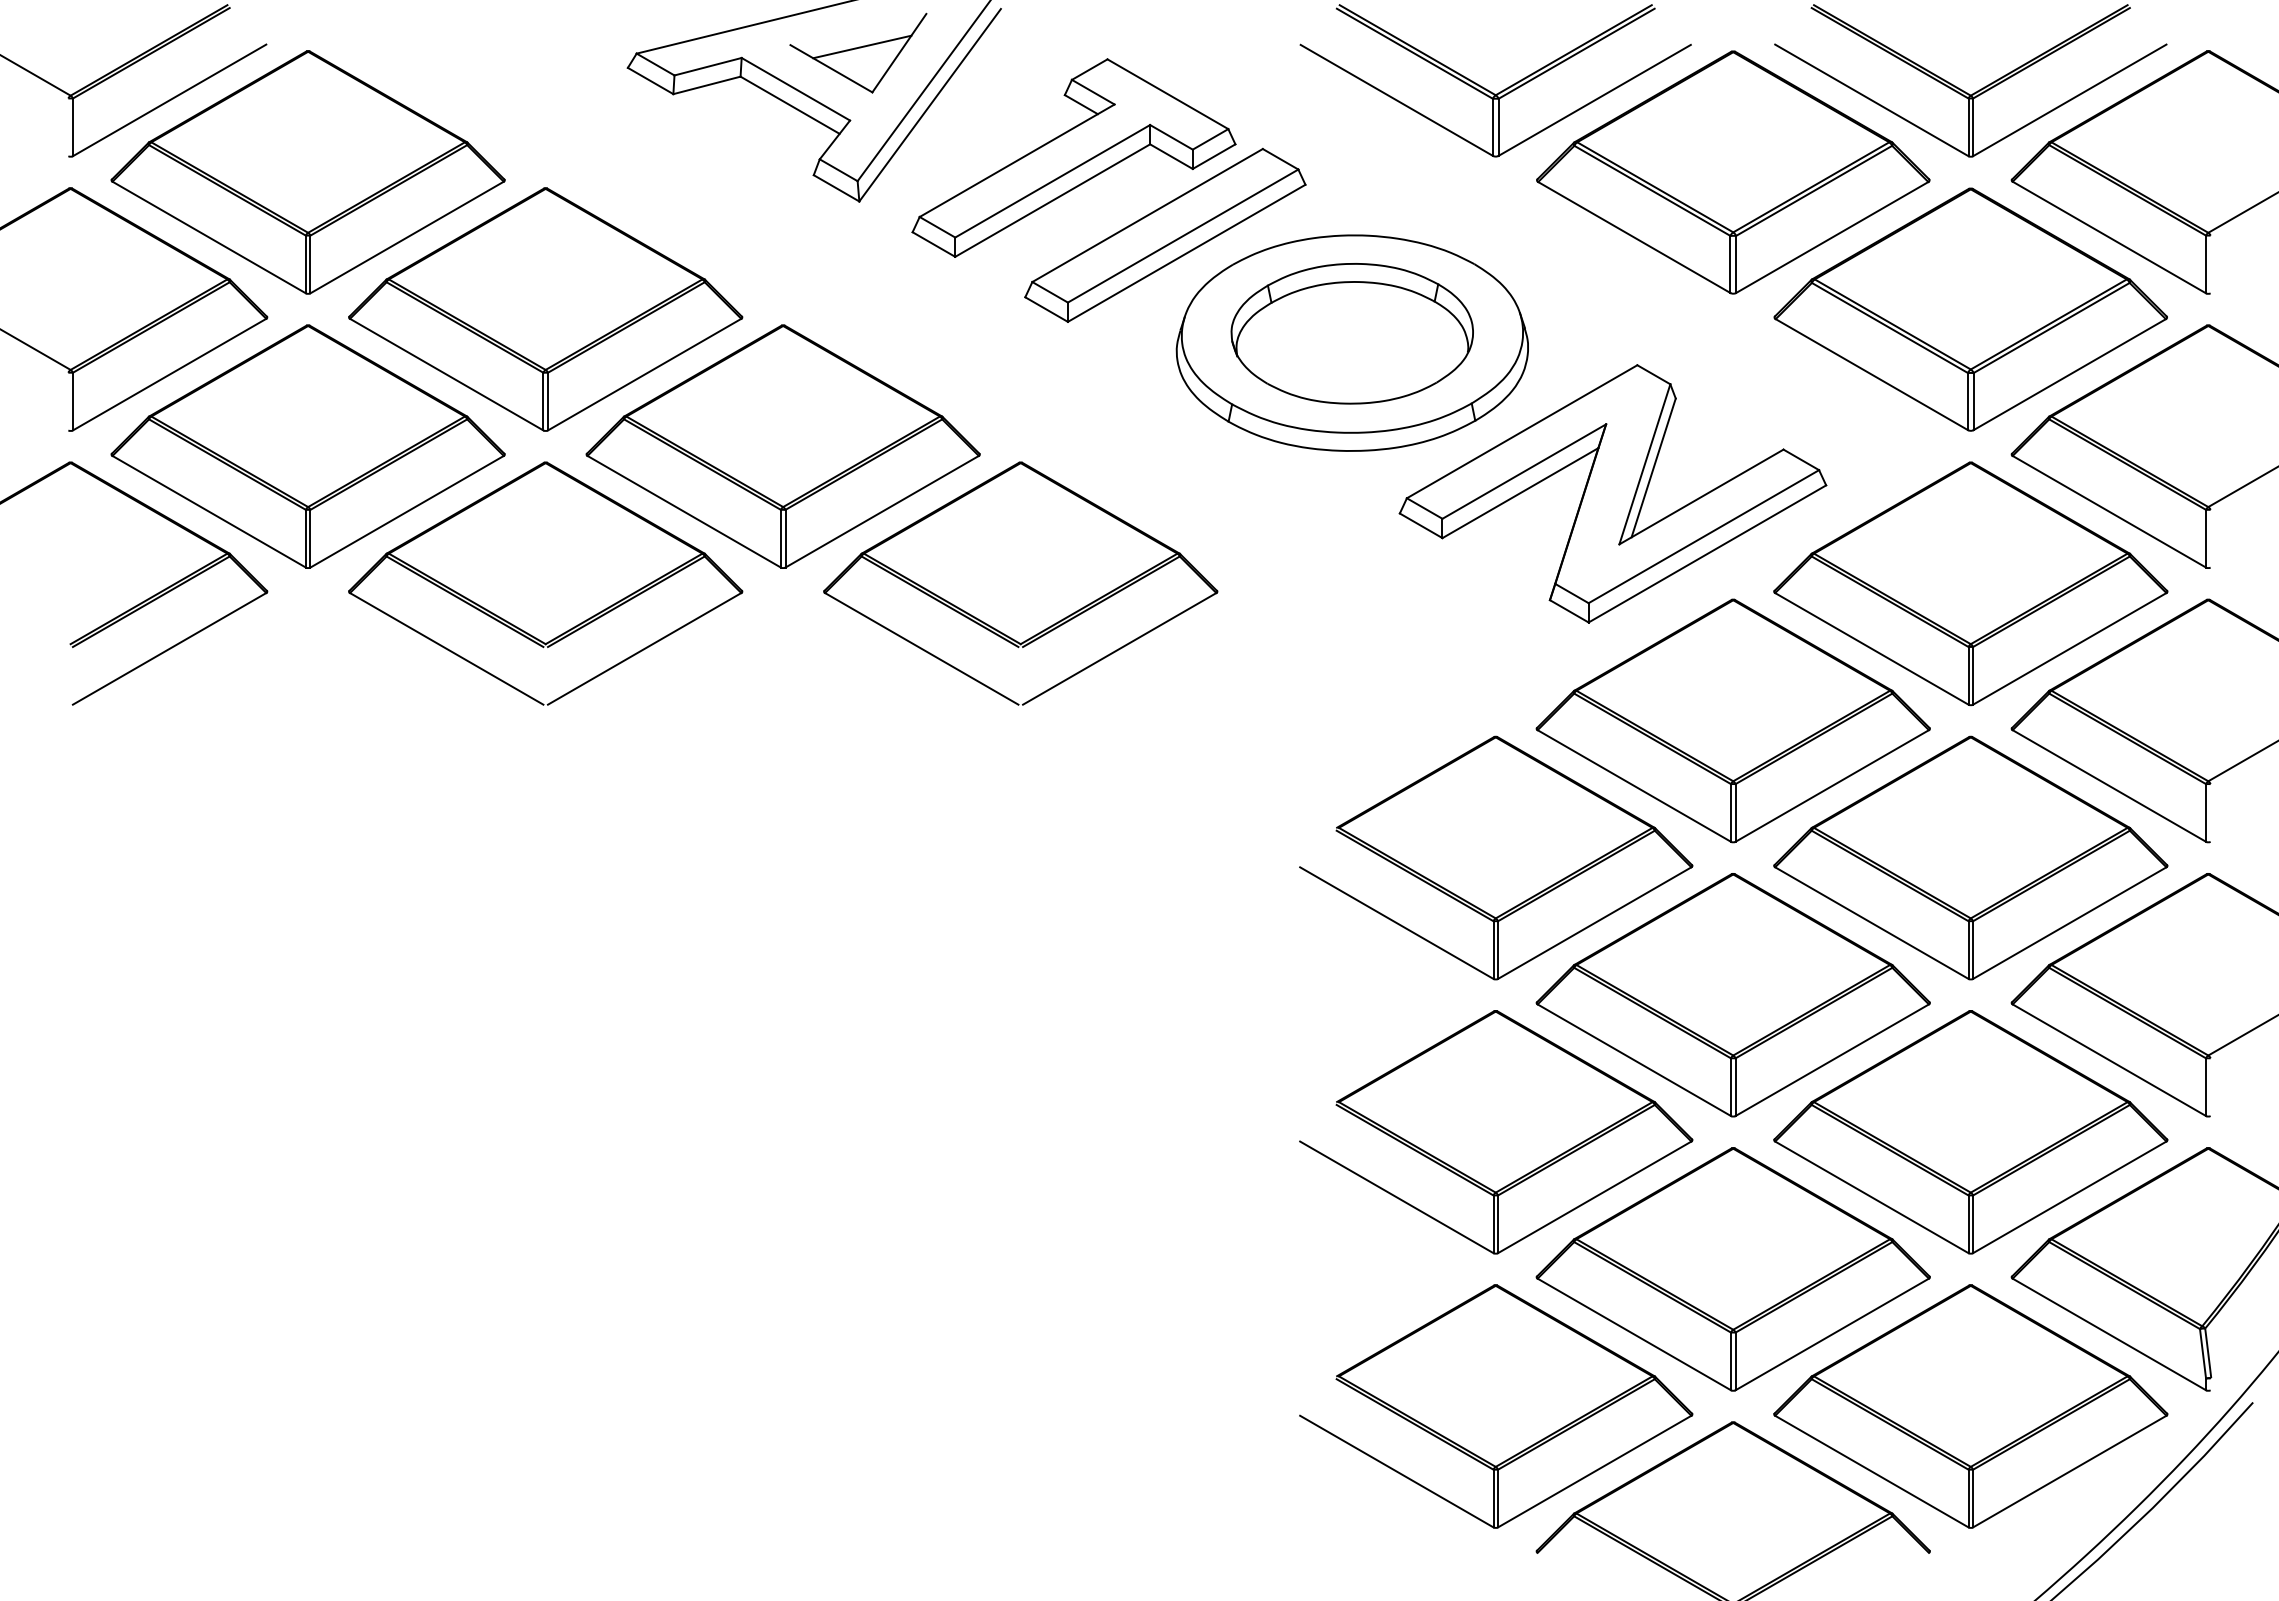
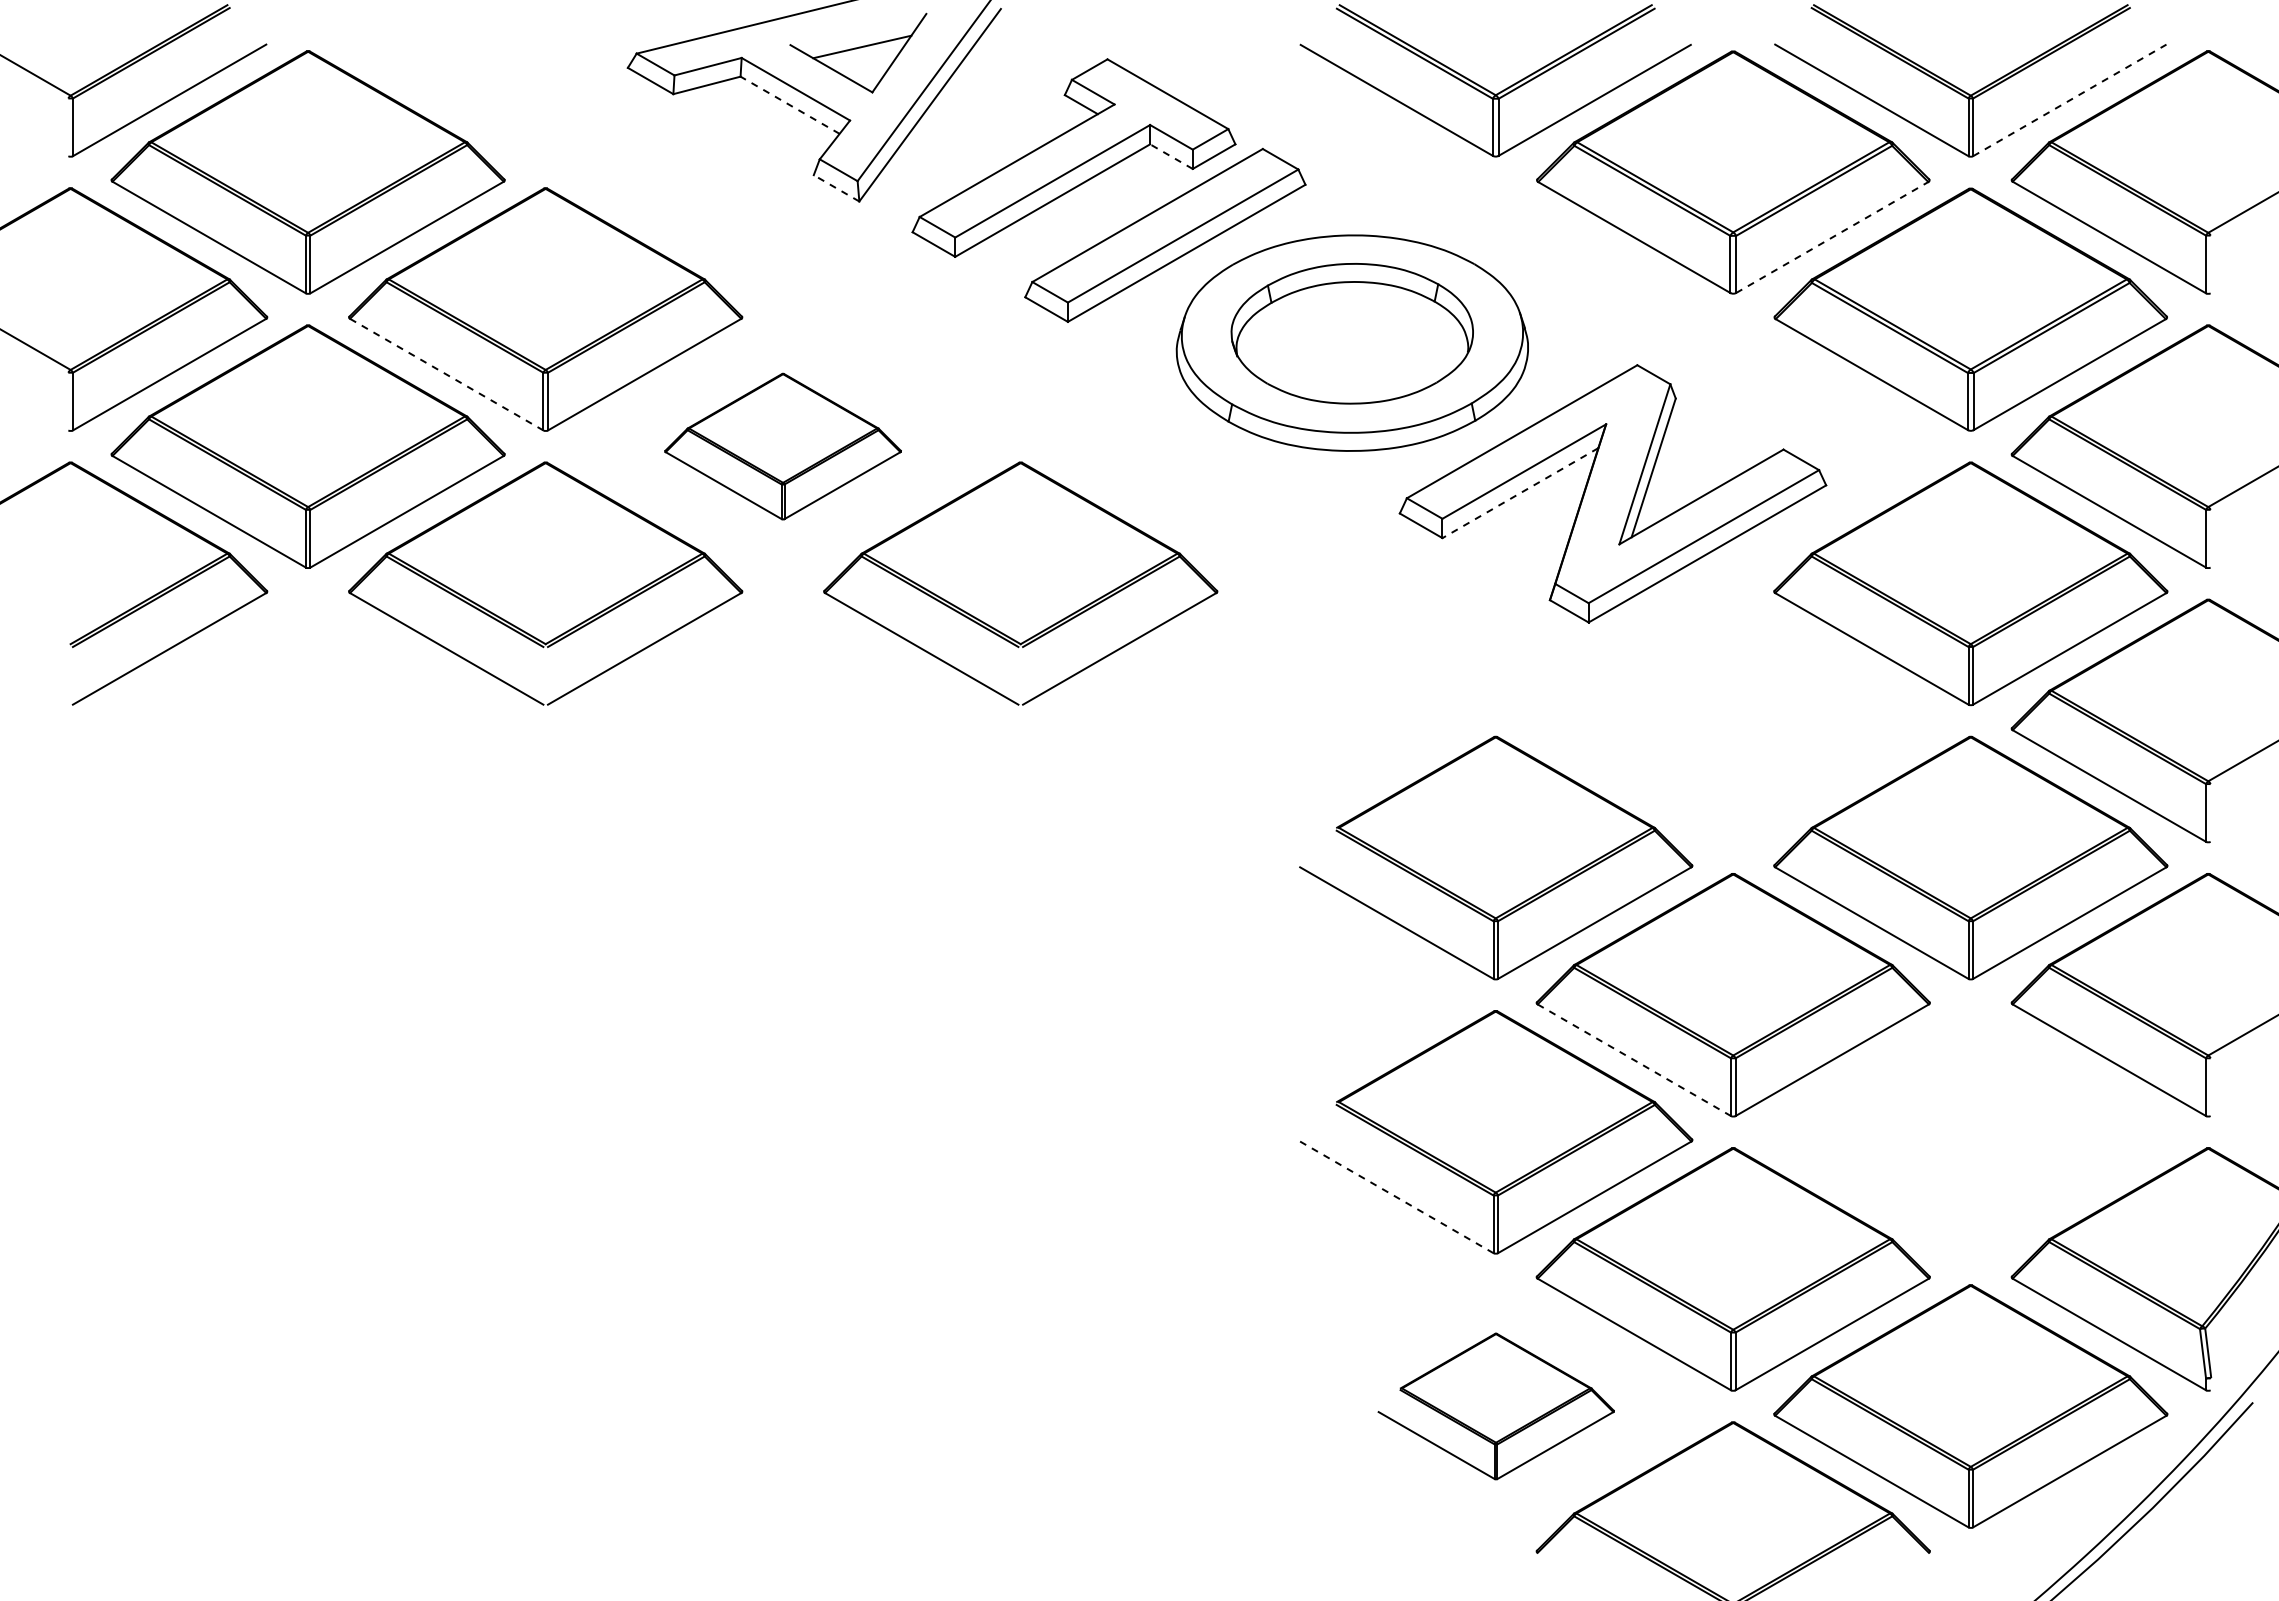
line at (2069, 100): solid -> dashed
line at (789, 105): solid -> dashed
line at (1171, 156): solid -> dashed
line at (836, 188): solid -> dashed
line at (1832, 237): solid -> dashed
line at (446, 374): solid -> dashed
part at (782, 446) size: 396x245 px -> 238x149 px
line at (1520, 493): solid -> dashed
part at (1732, 720): present -> none
line at (1634, 1060): solid -> dashed
part at (1970, 1132): present -> none
line at (1396, 1197): solid -> dashed
part at (1496, 1406) size: 395x245 px -> 238x149 px
